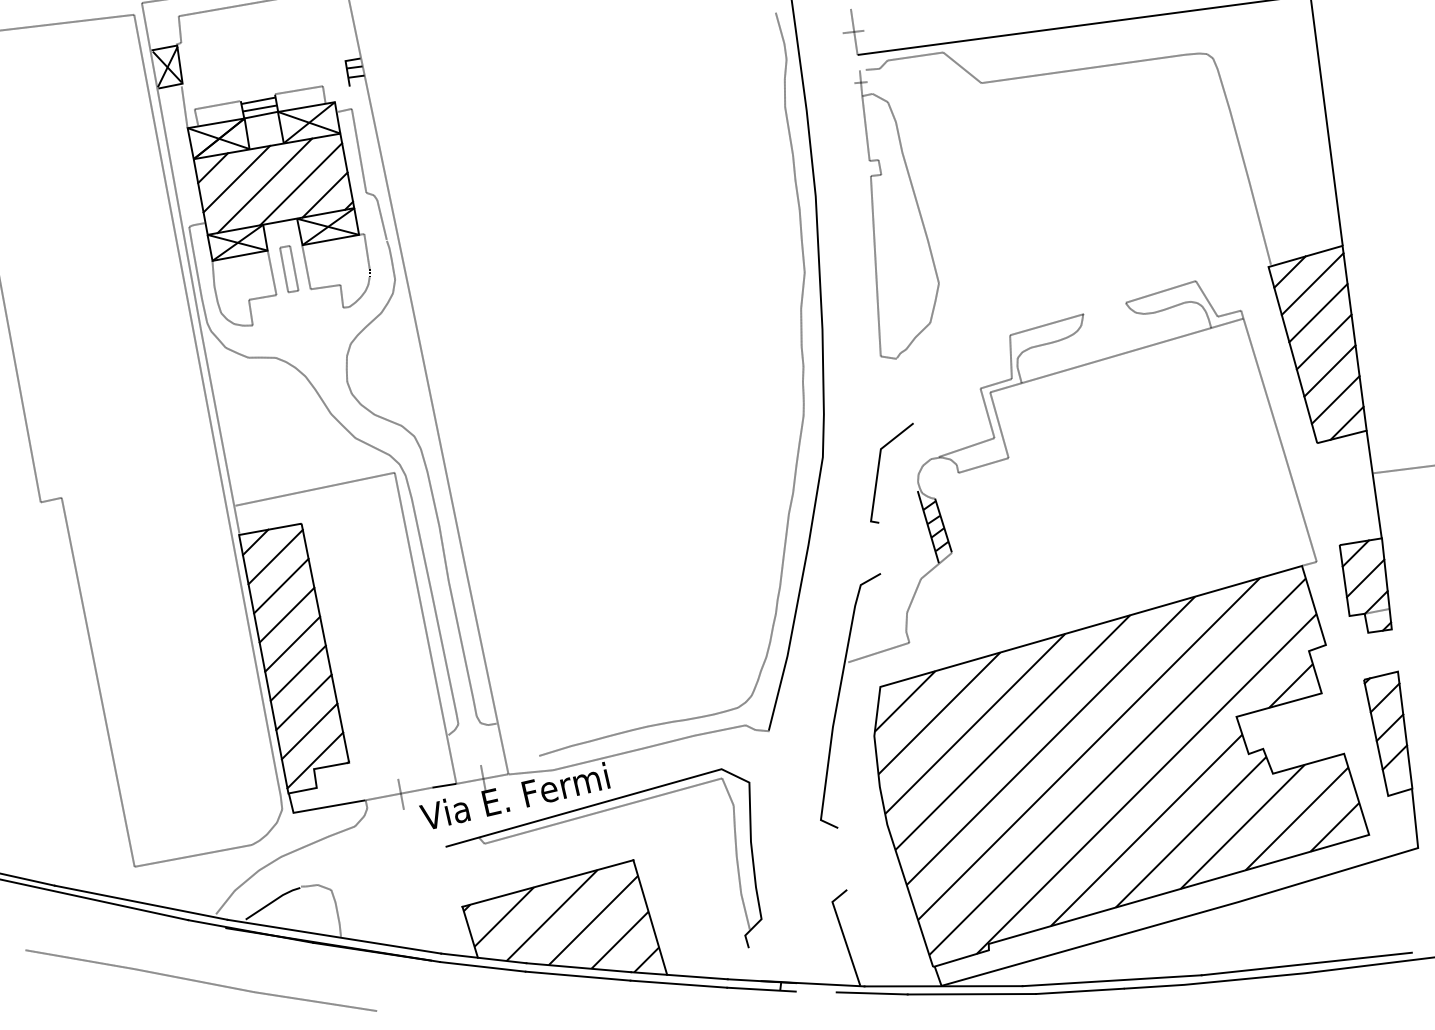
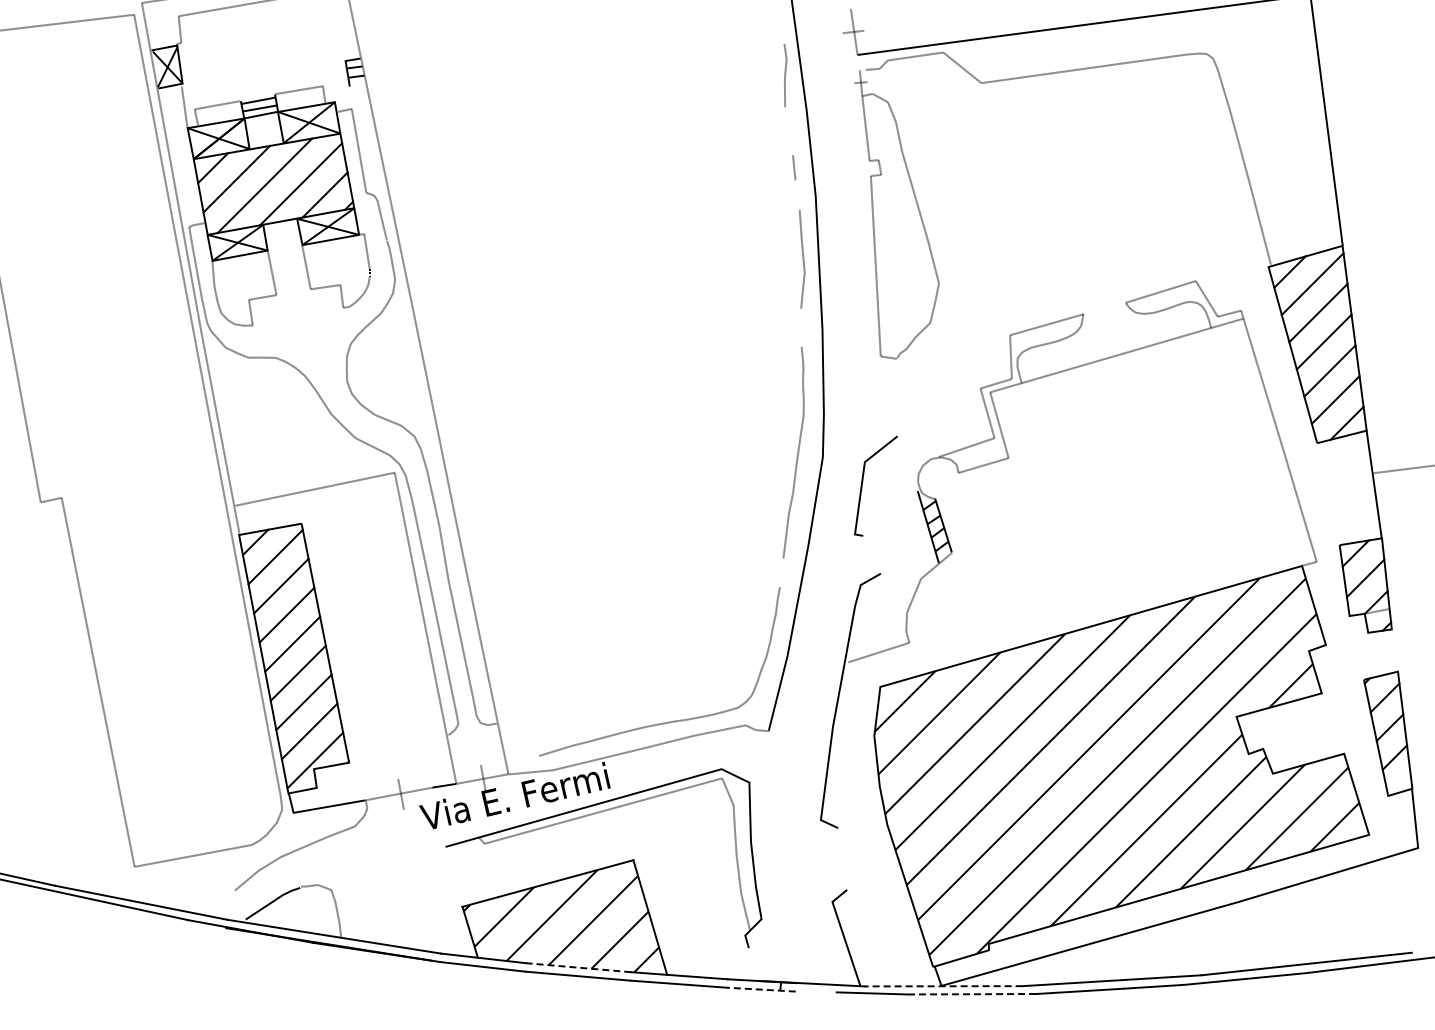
line at (779, 27): present -> none
line at (789, 131): present -> none
line at (797, 194): present -> none
line at (293, 268): present -> none
line at (801, 327): present -> none
line at (879, 468) position: (879, 468) -> (863, 481)
line at (781, 572): present -> none
line at (225, 902): present -> none
line at (578, 967): solid -> dashed
part at (200, 980): present -> none
line at (943, 986): solid -> dashed
line at (761, 989): solid -> dashed
line at (971, 994): solid -> dashed
